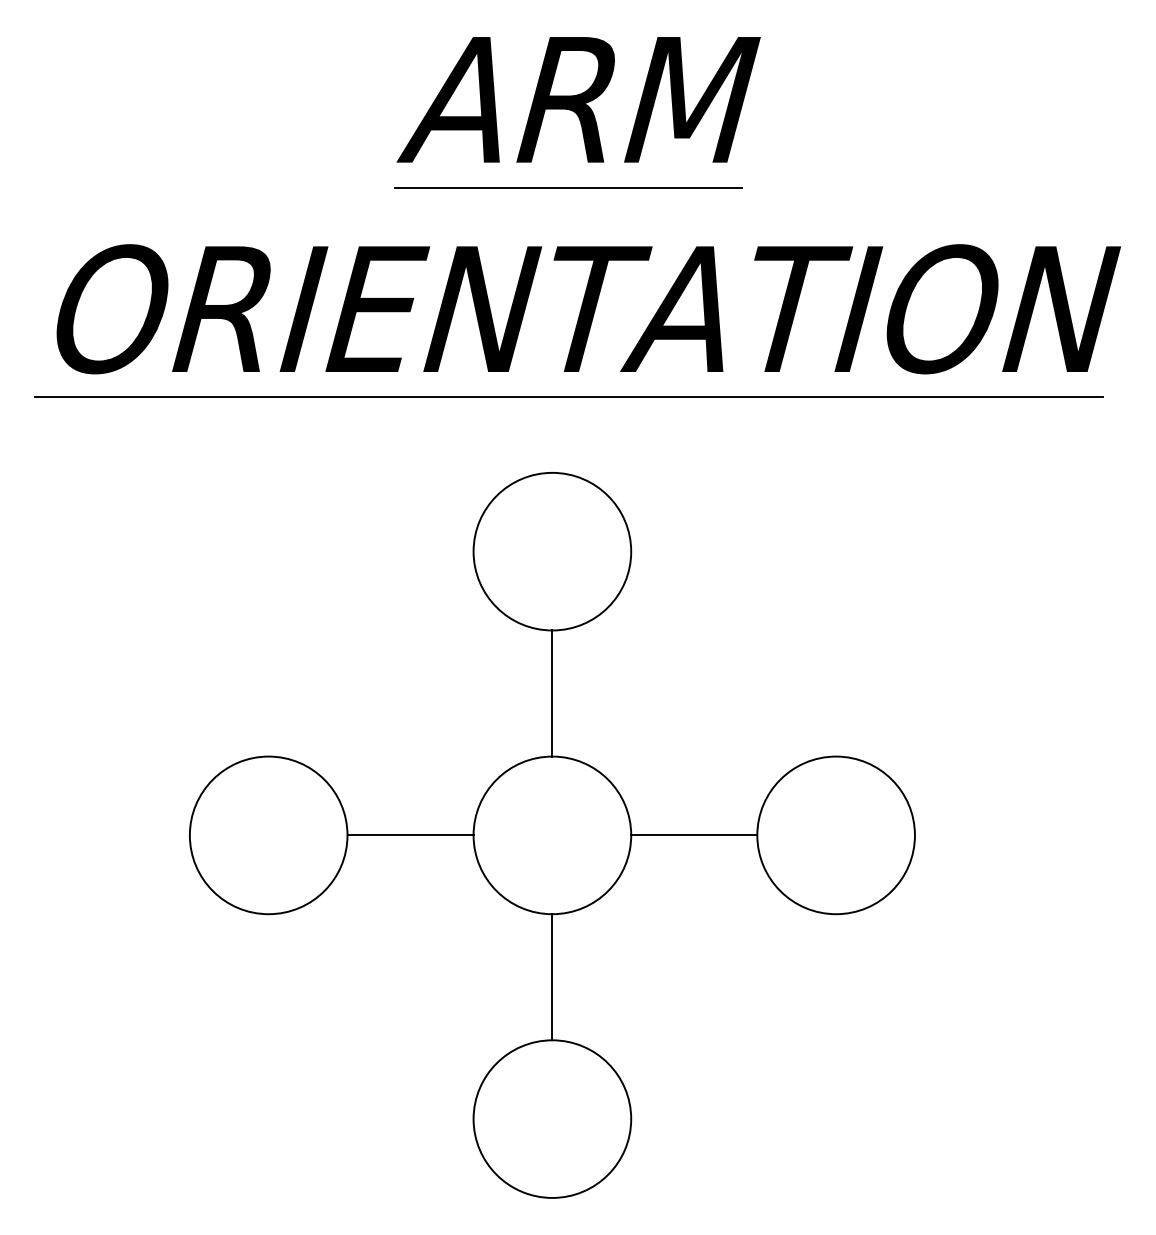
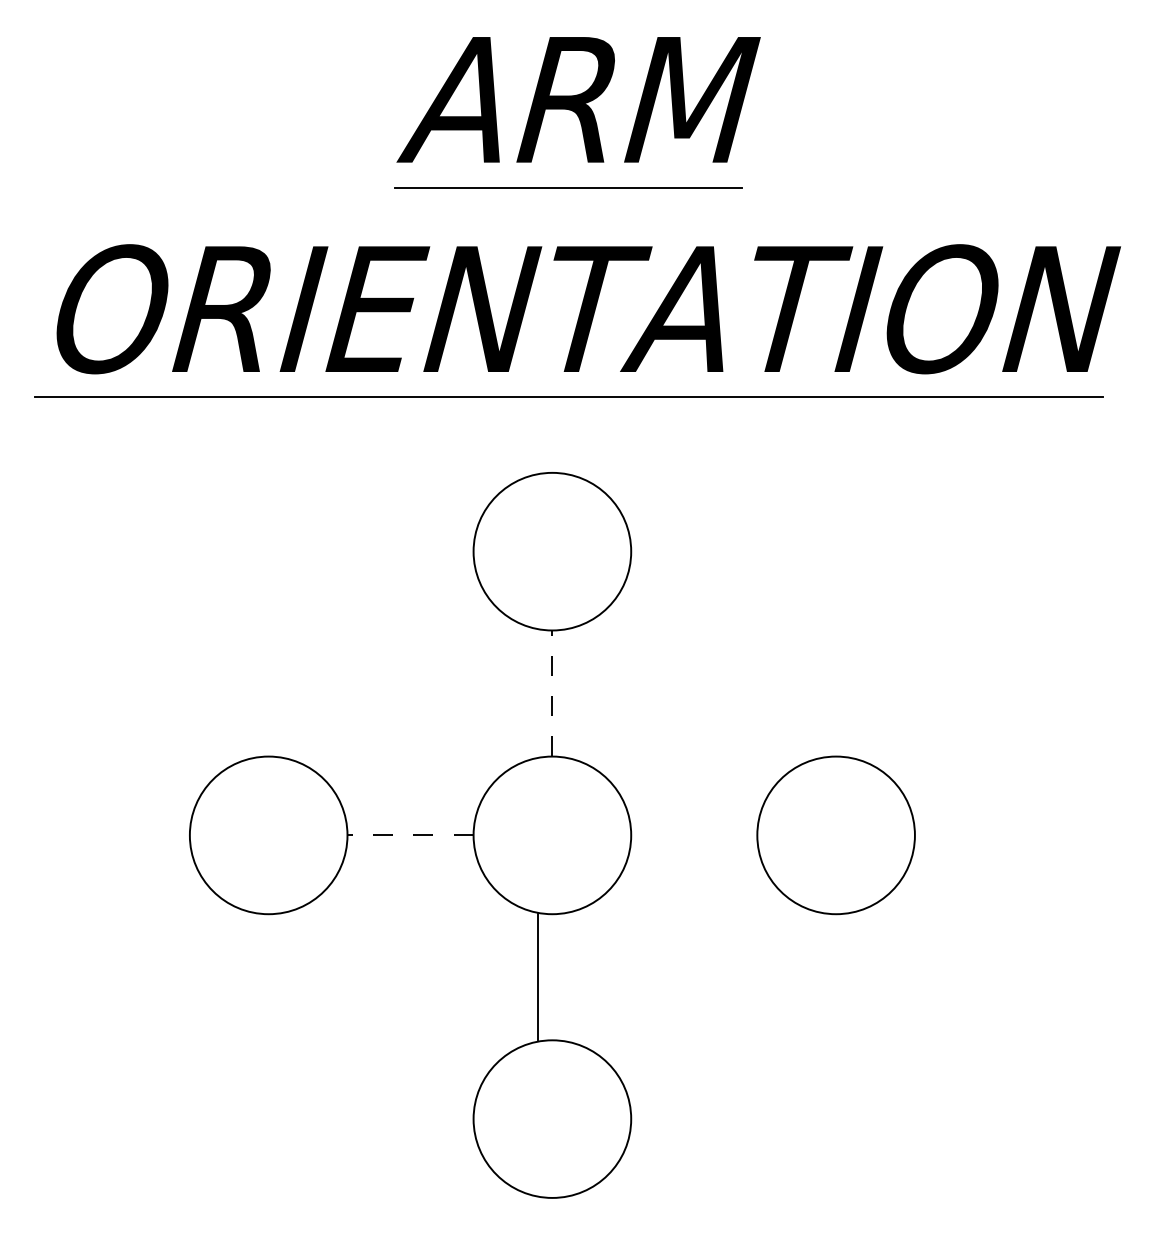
line at (552, 693): solid -> dashed
line at (410, 835): solid -> dashed
line at (694, 835): present -> none
line at (552, 977) position: (552, 977) -> (538, 977)
